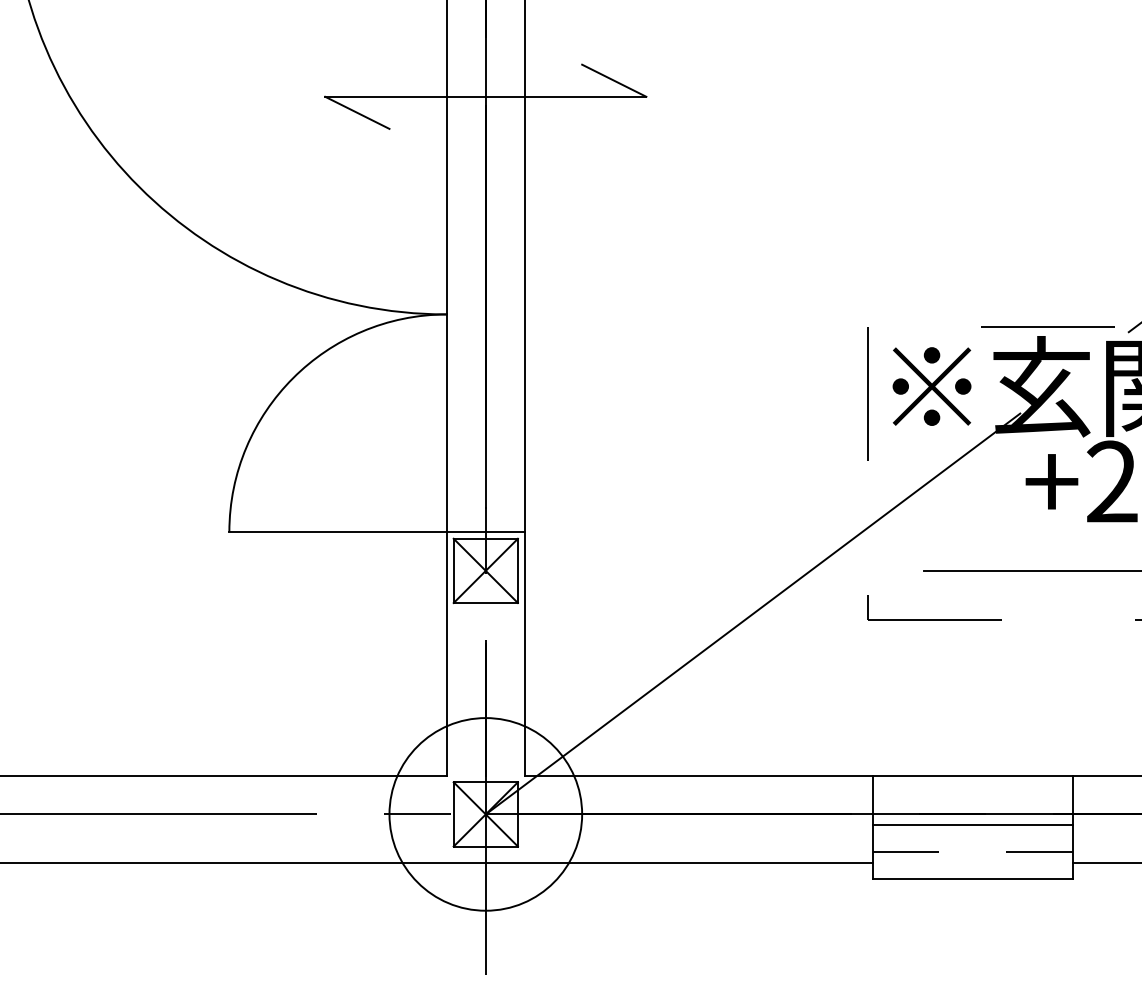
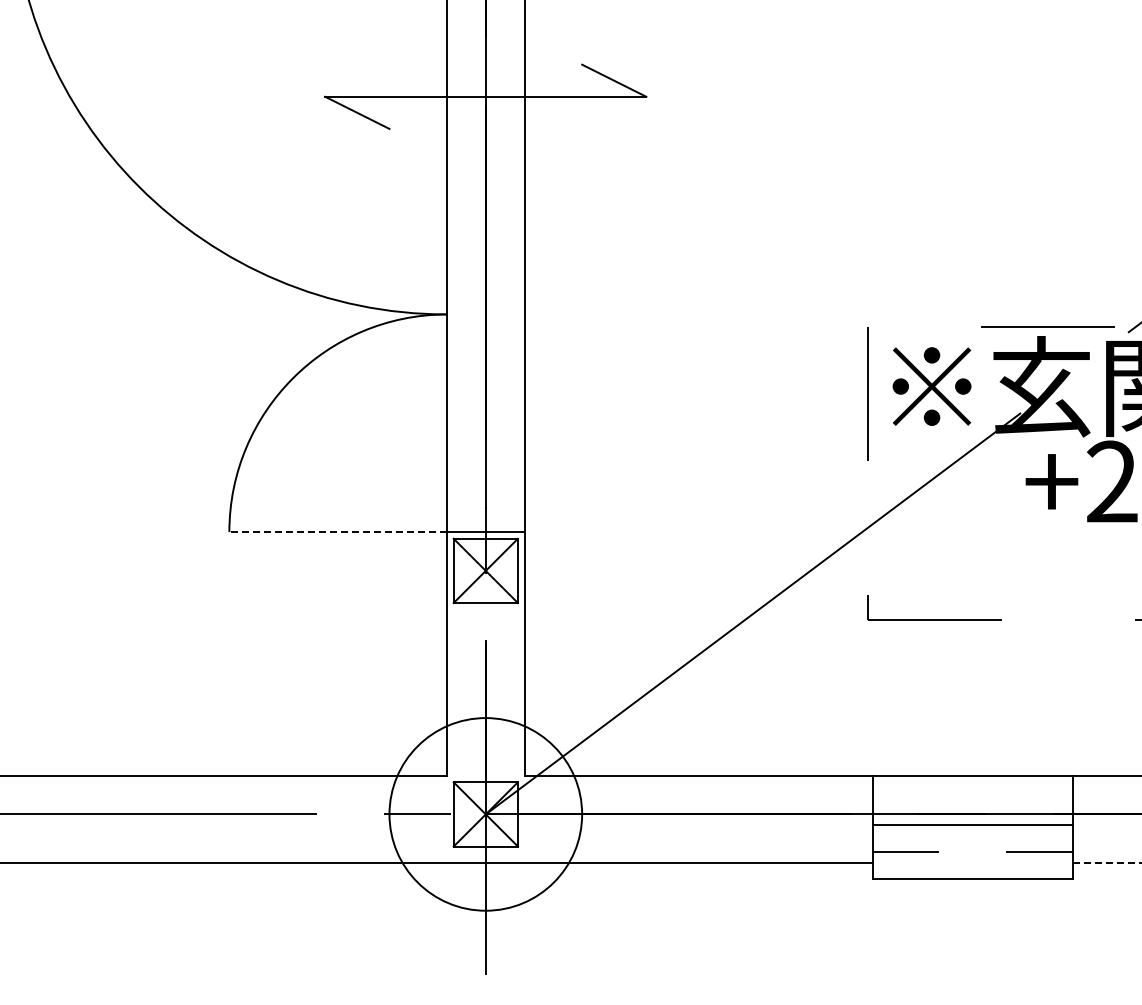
line at (338, 532): solid -> dashed
line at (1031, 570): present -> none
line at (1107, 862): solid -> dashed
